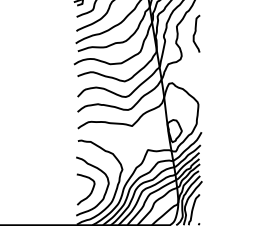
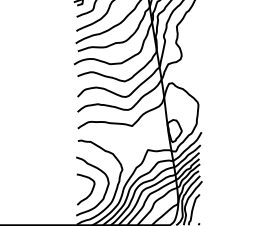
curve at (196, 32): present -> none
